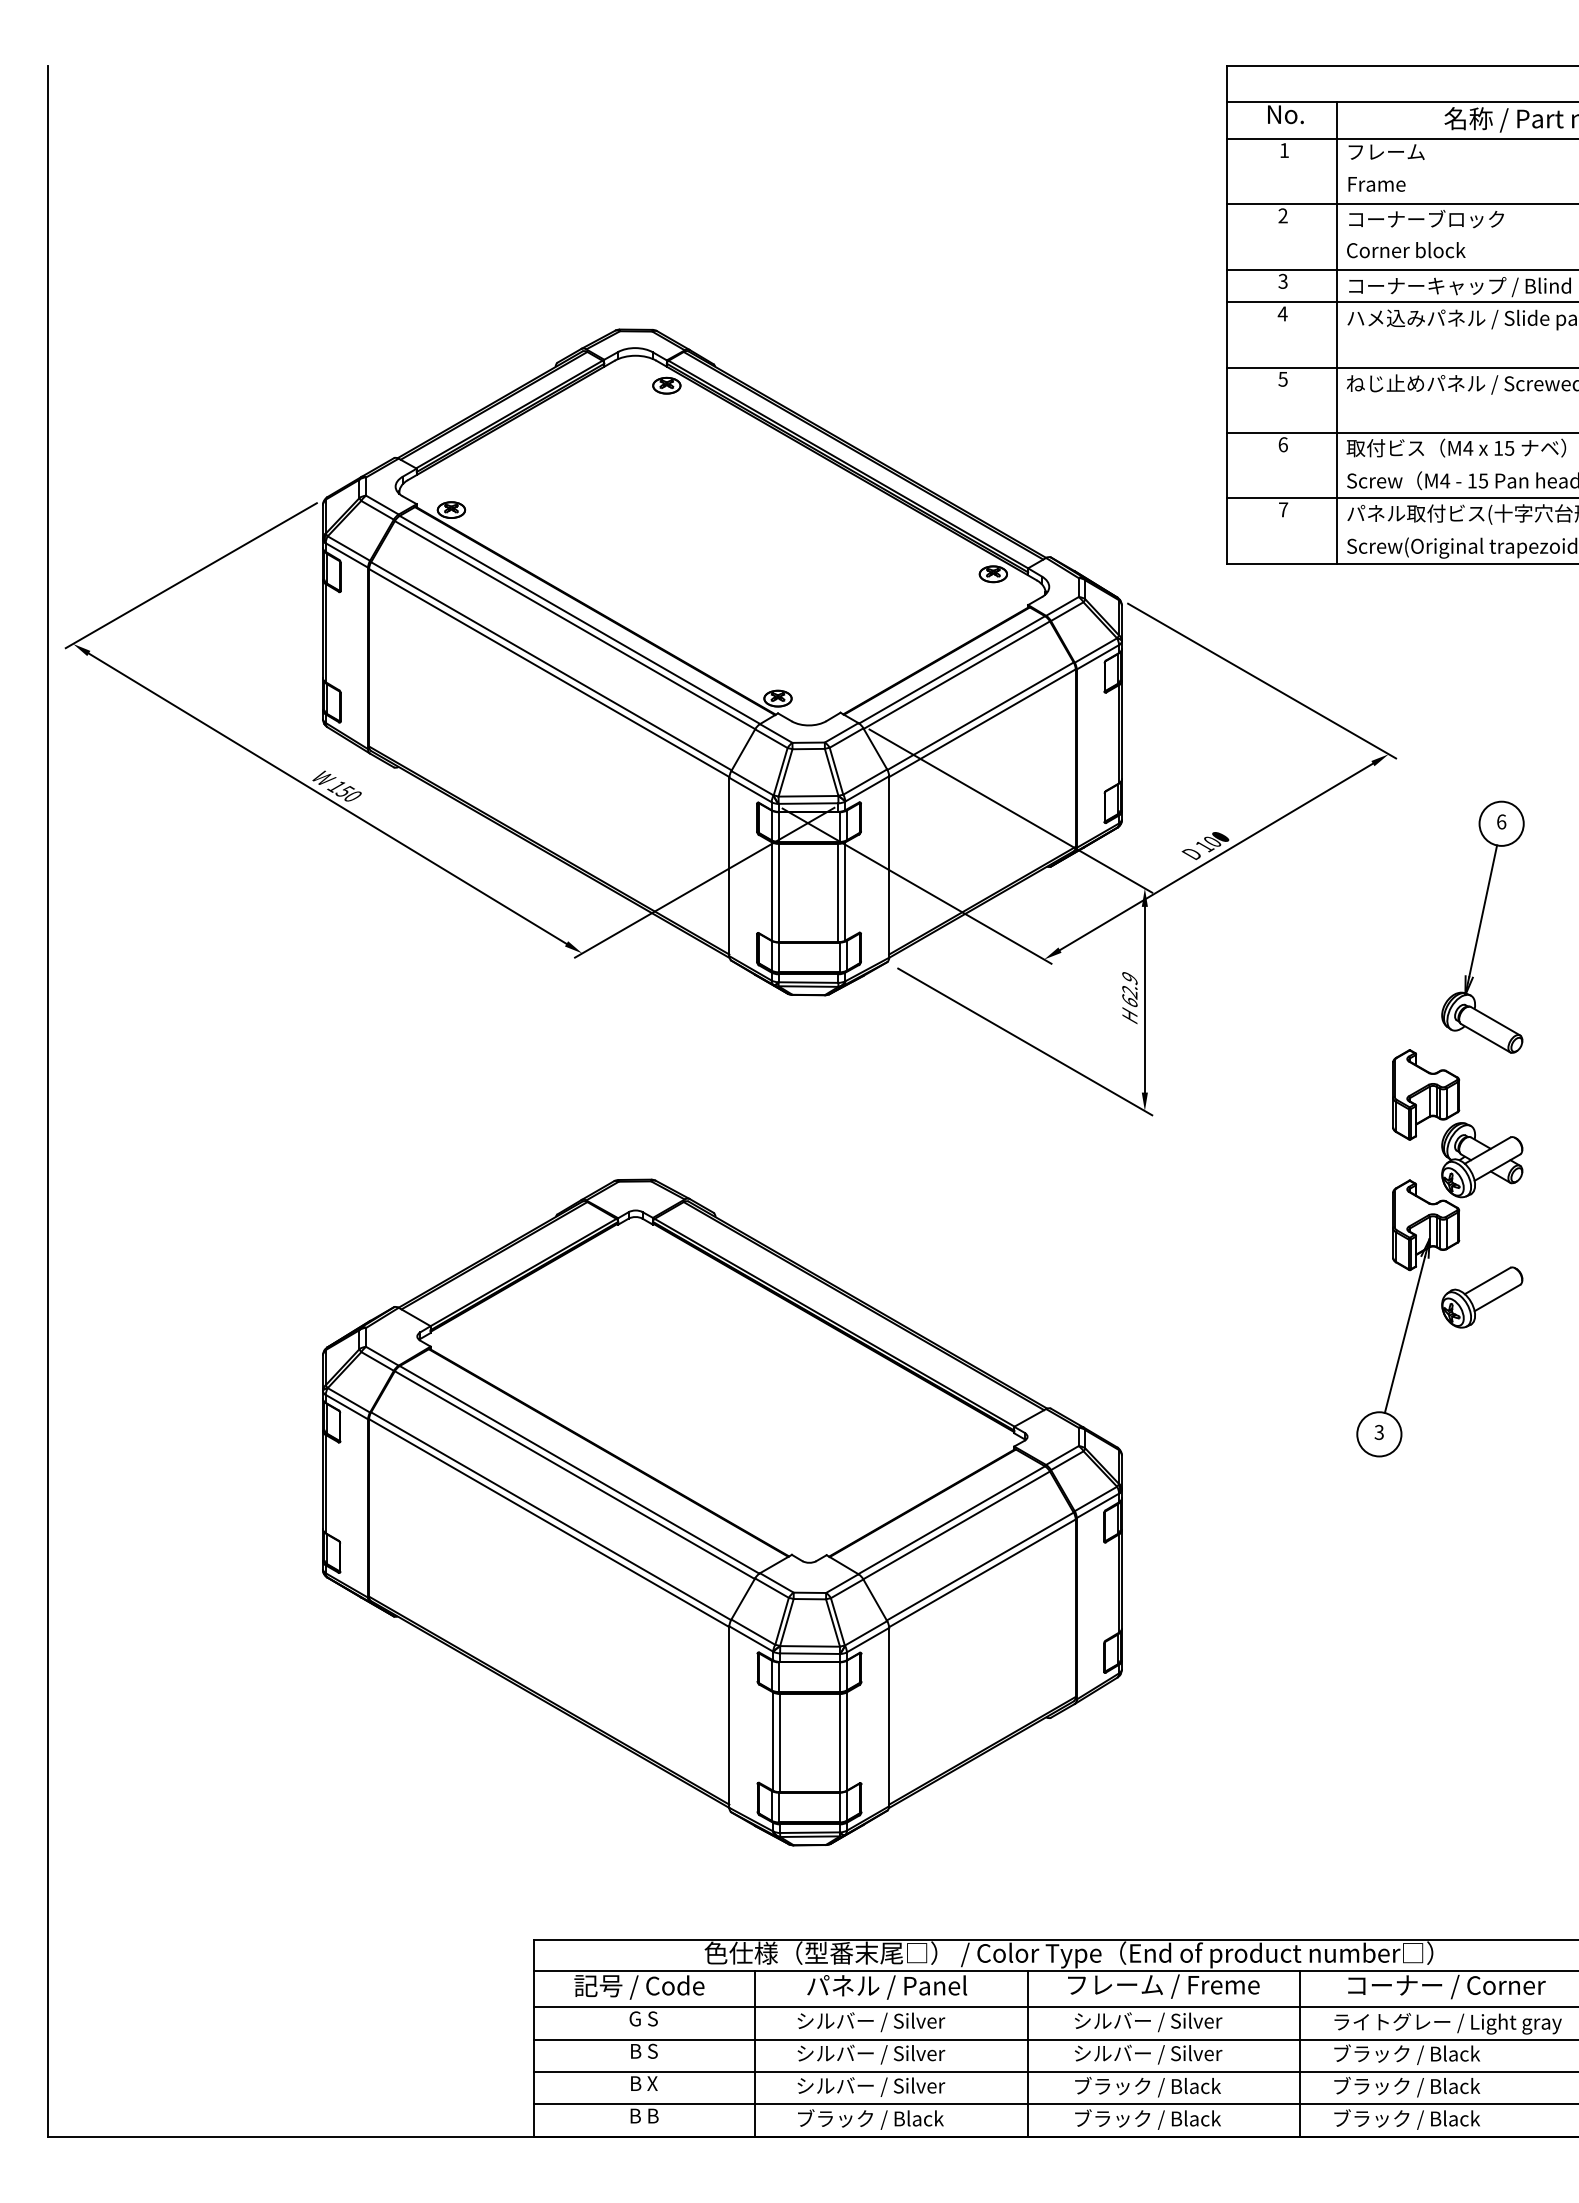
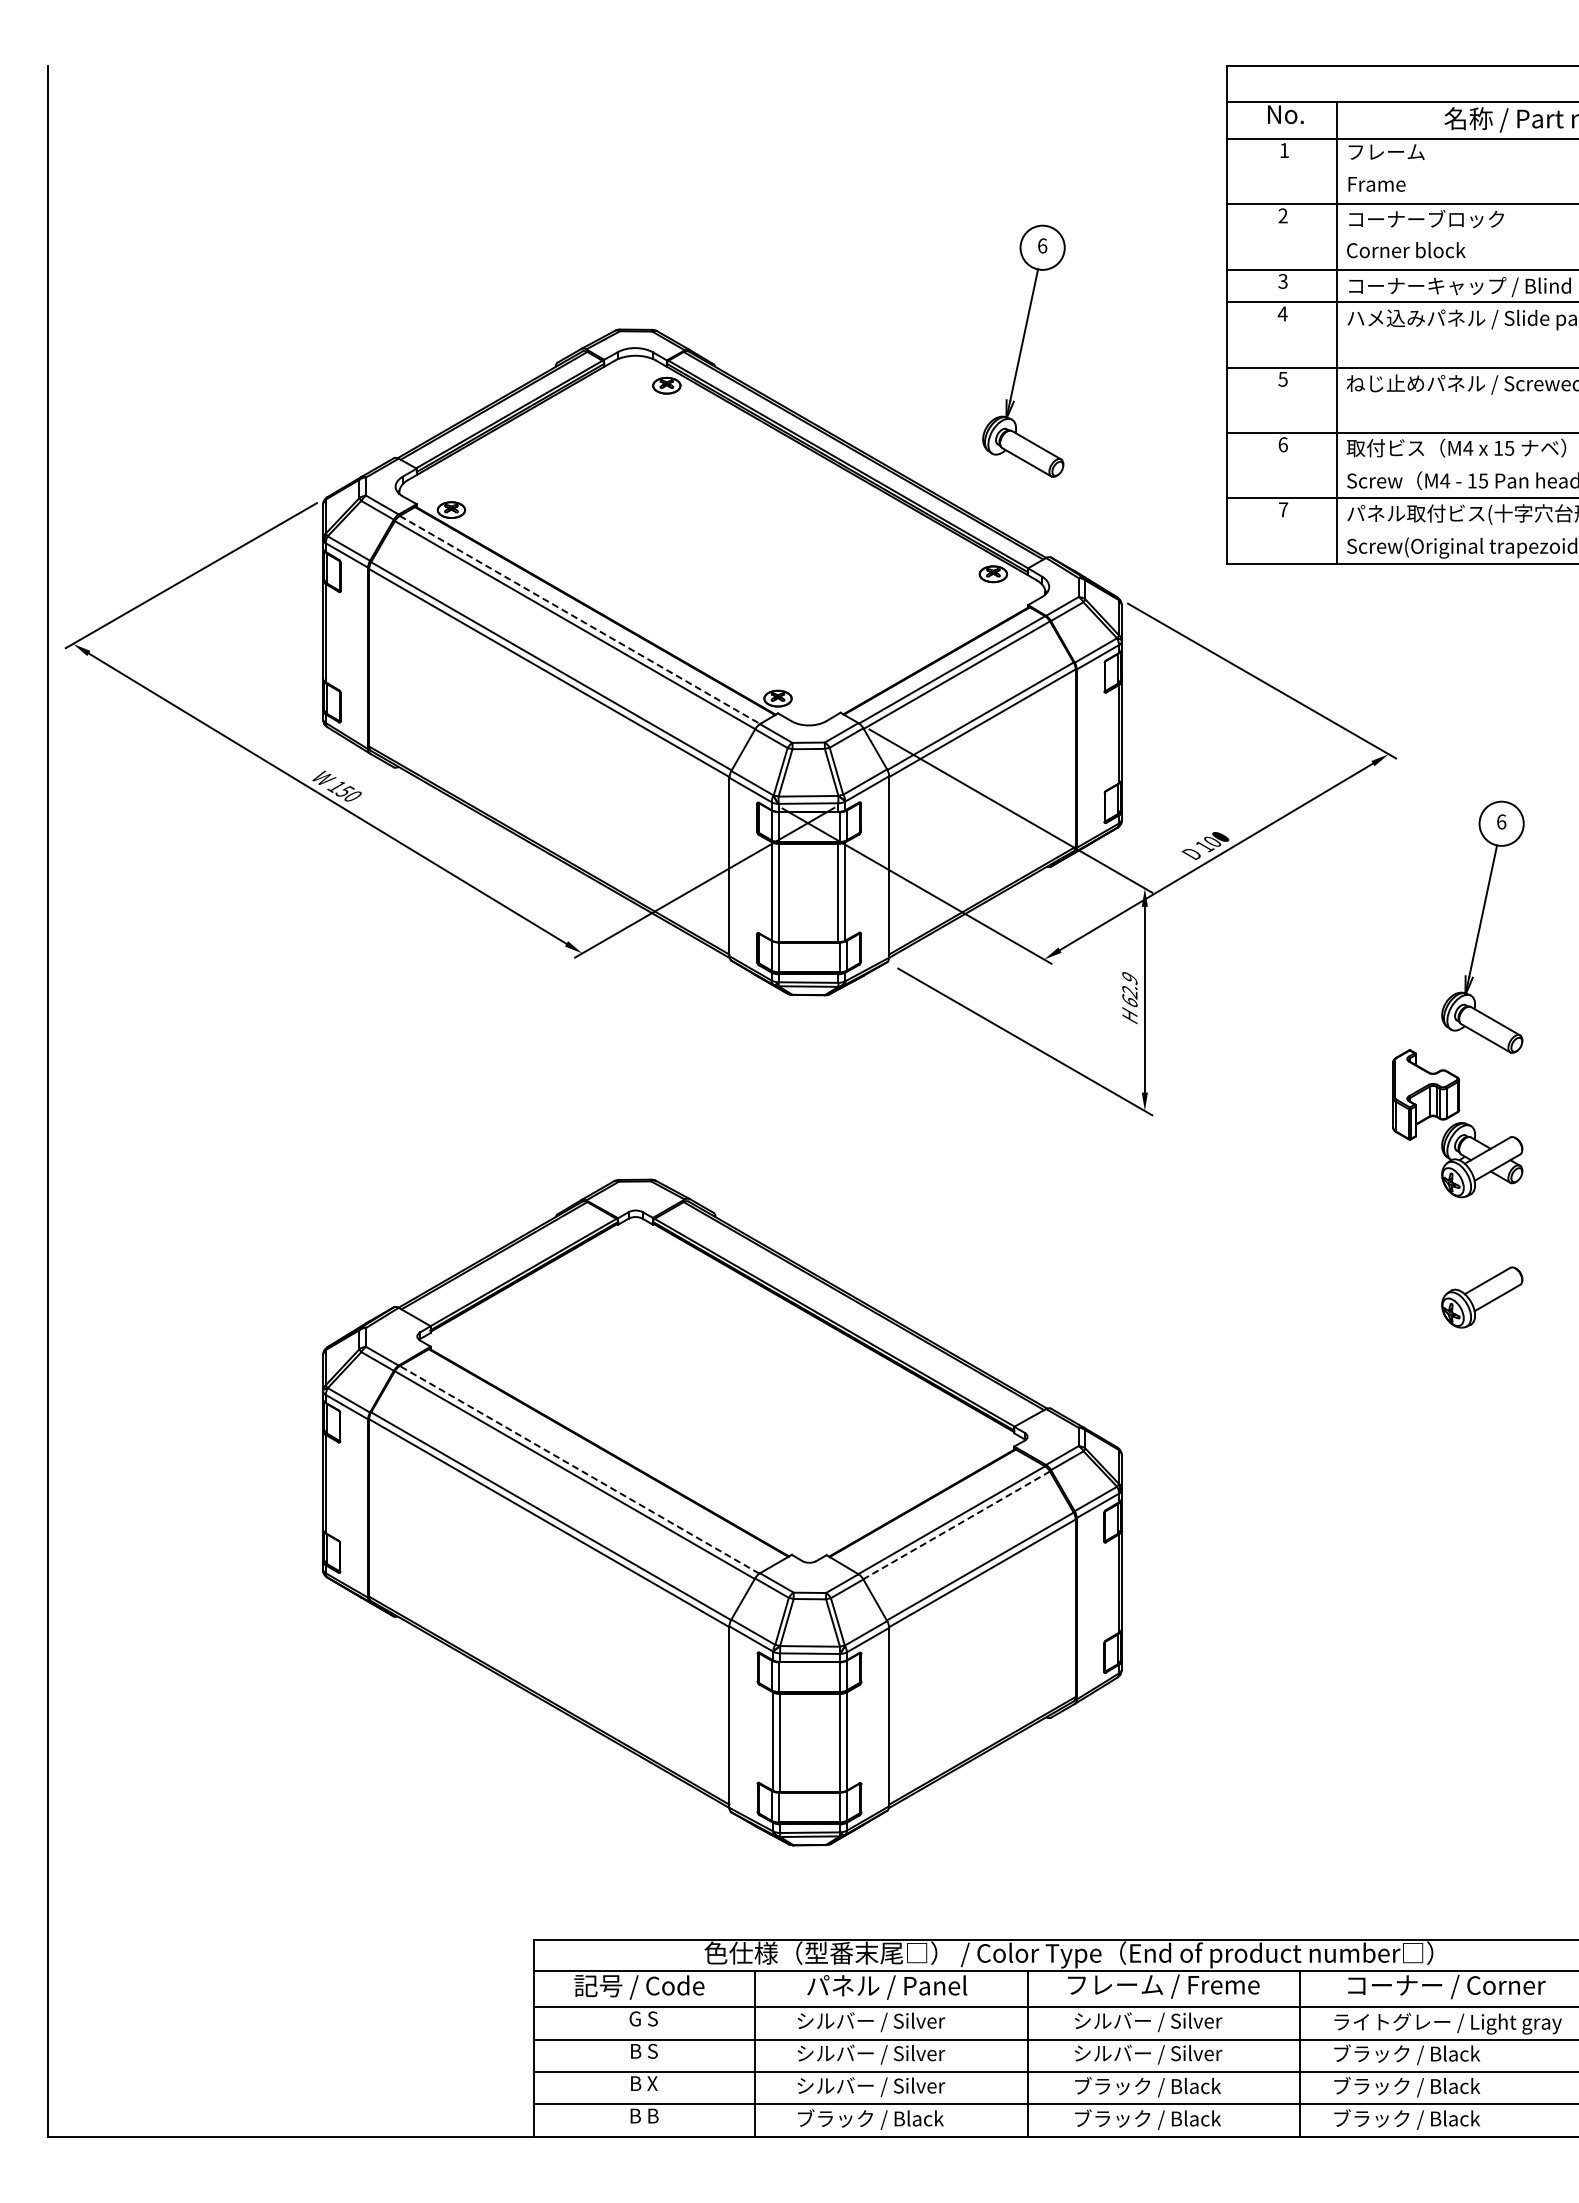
part at (1023, 350): none -> present
line at (580, 620): solid -> dashed
part at (1408, 1318): present -> none
line at (579, 1469): solid -> dashed
line at (956, 1525): solid -> dashed
